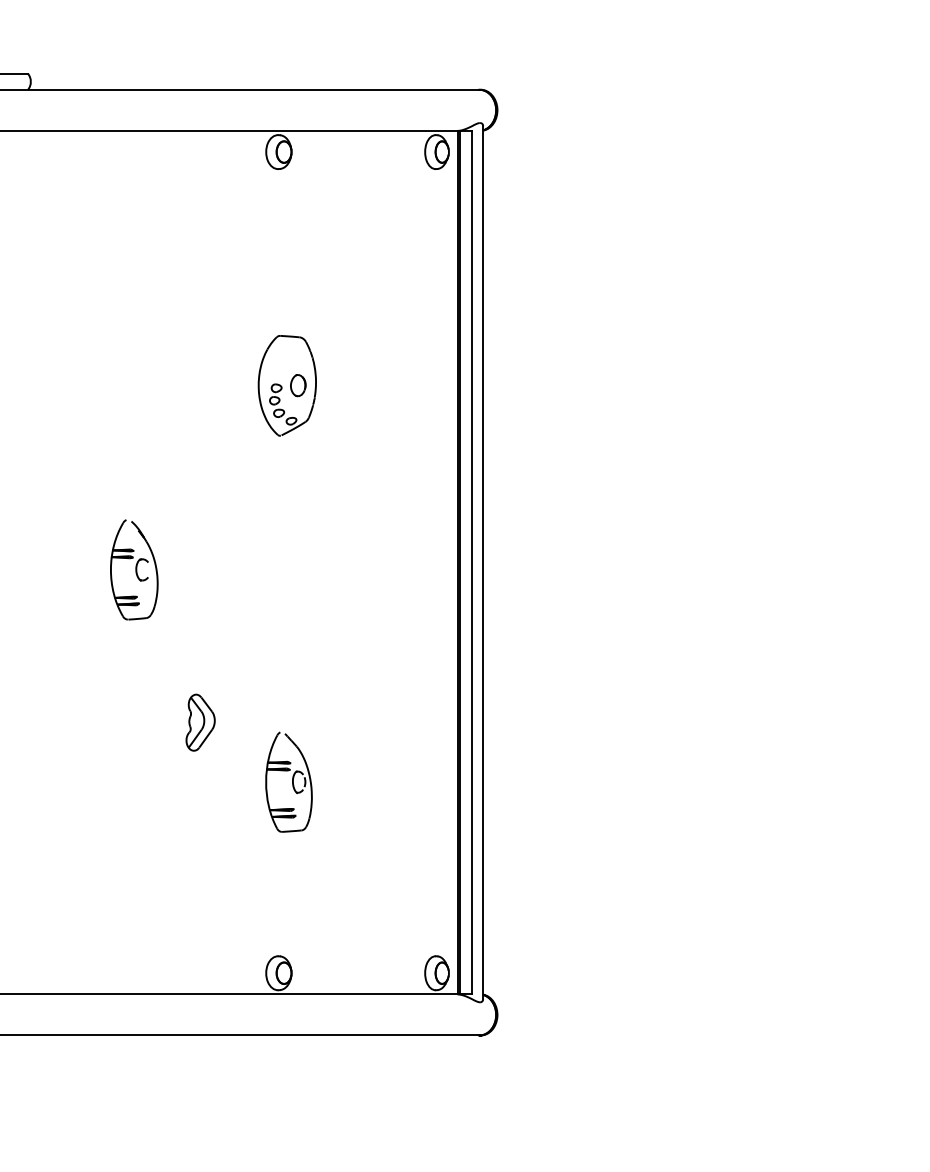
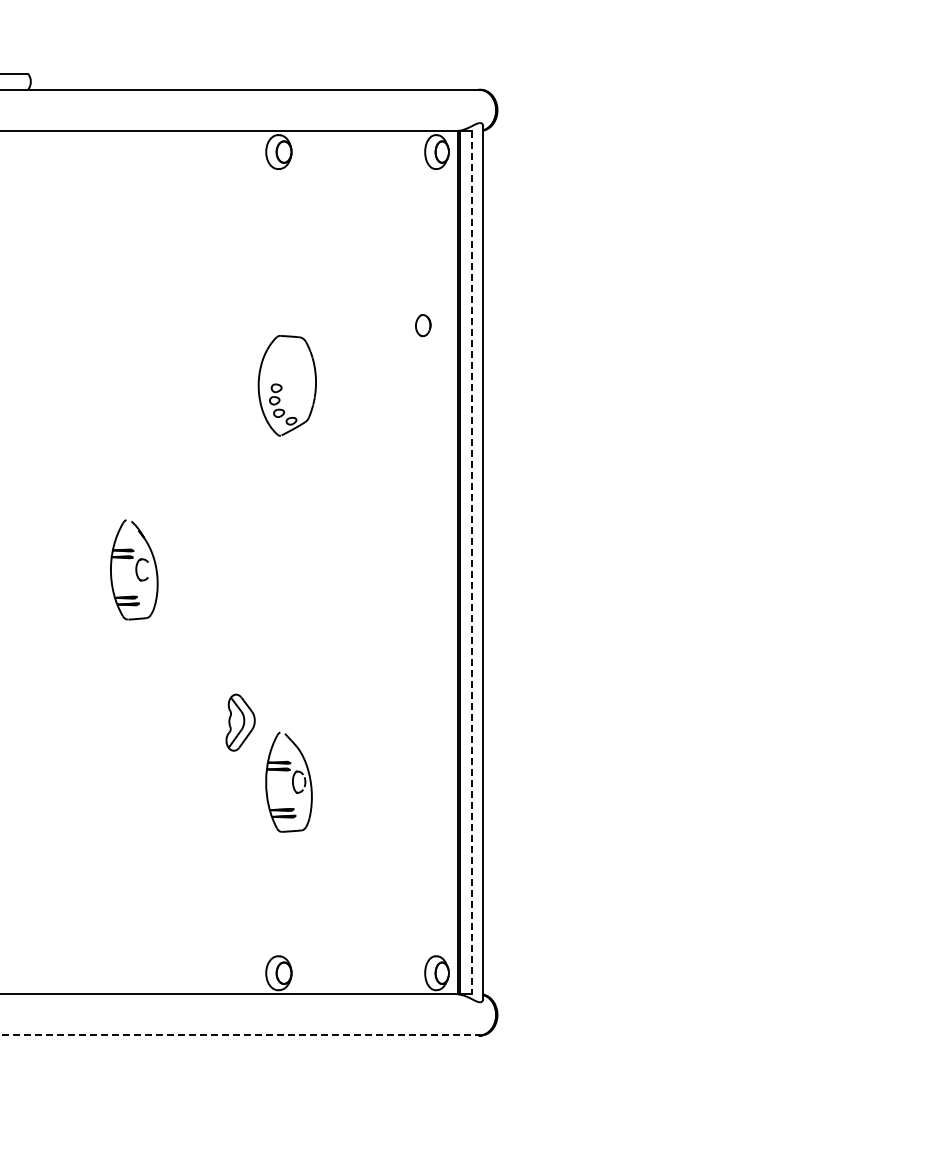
part at (298, 385) position: (298, 385) -> (423, 325)
line at (472, 562): solid -> dashed
part at (200, 722) position: (200, 722) -> (240, 722)
line at (240, 1035): solid -> dashed
